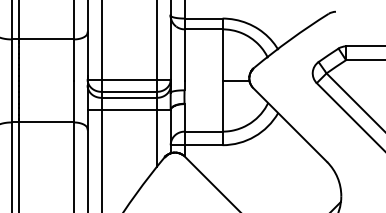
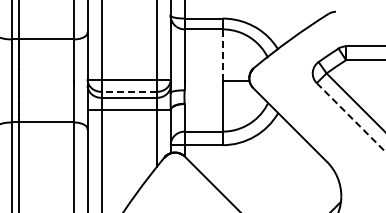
line at (222, 55): solid -> dashed
line at (129, 91): solid -> dashed
line at (351, 117): solid -> dashed
